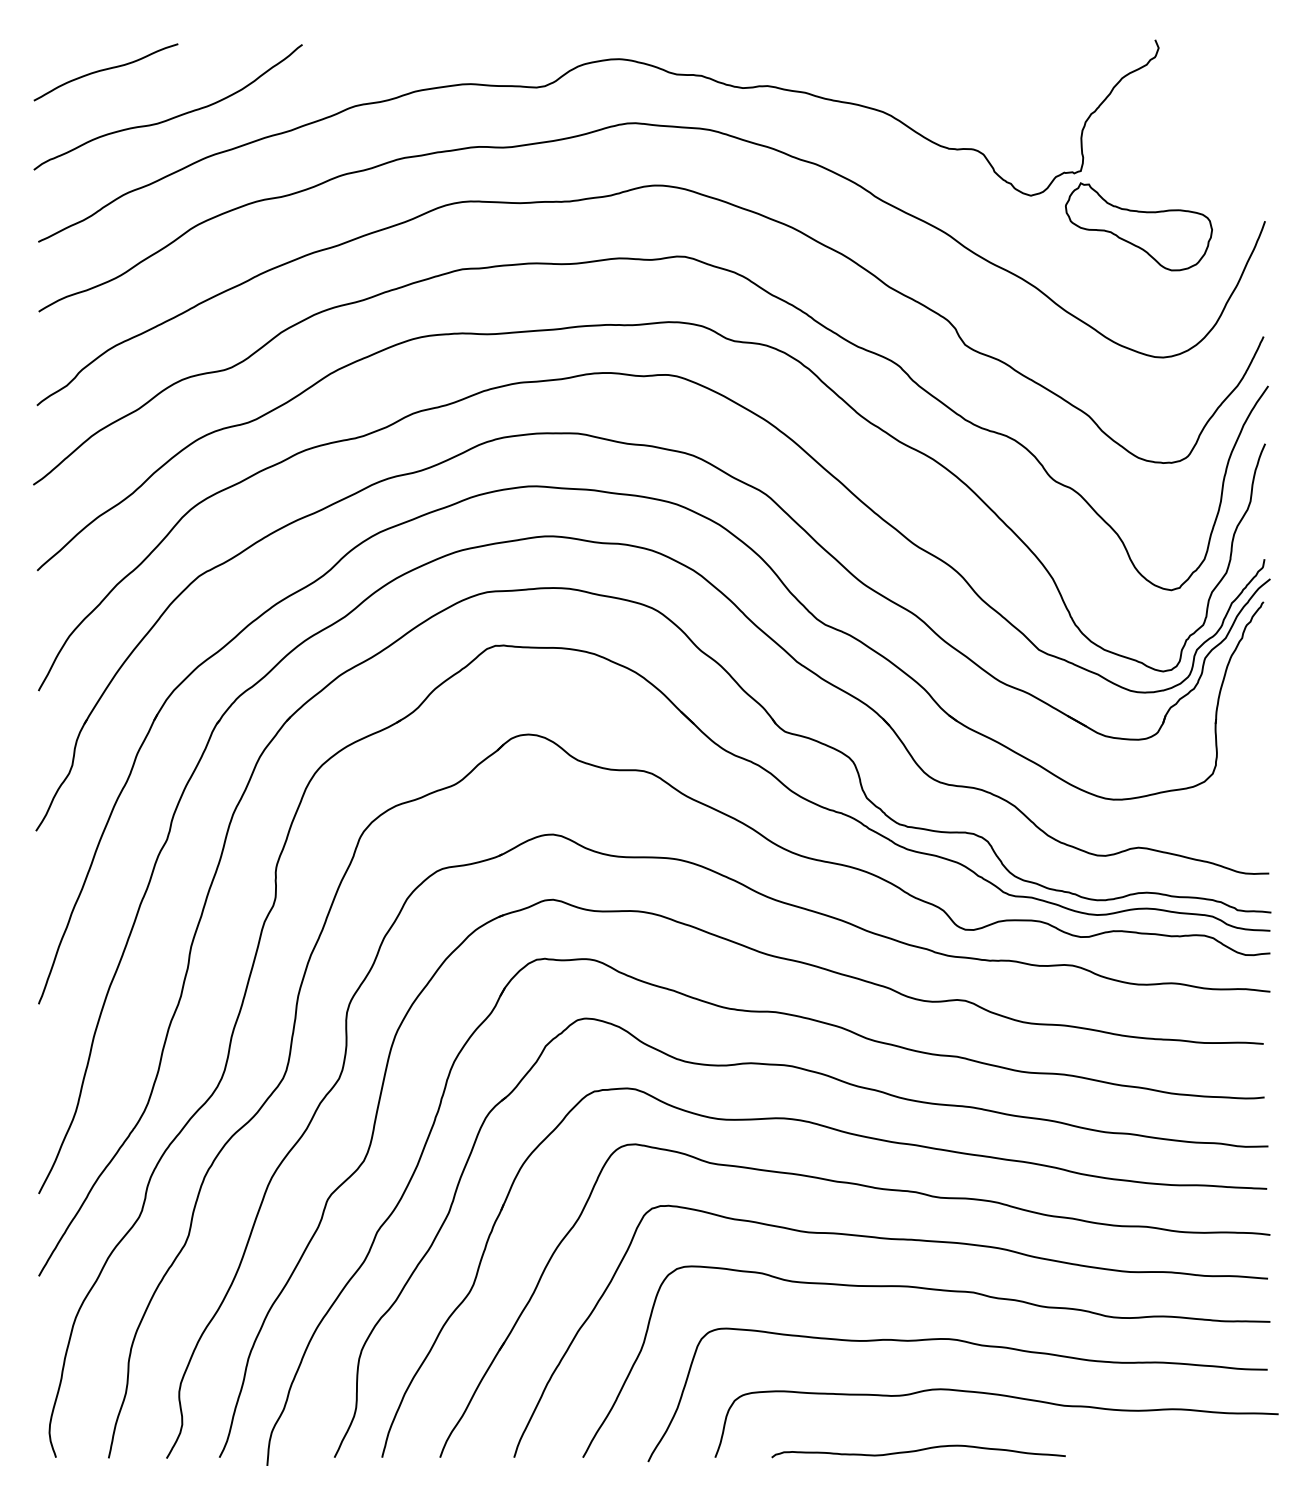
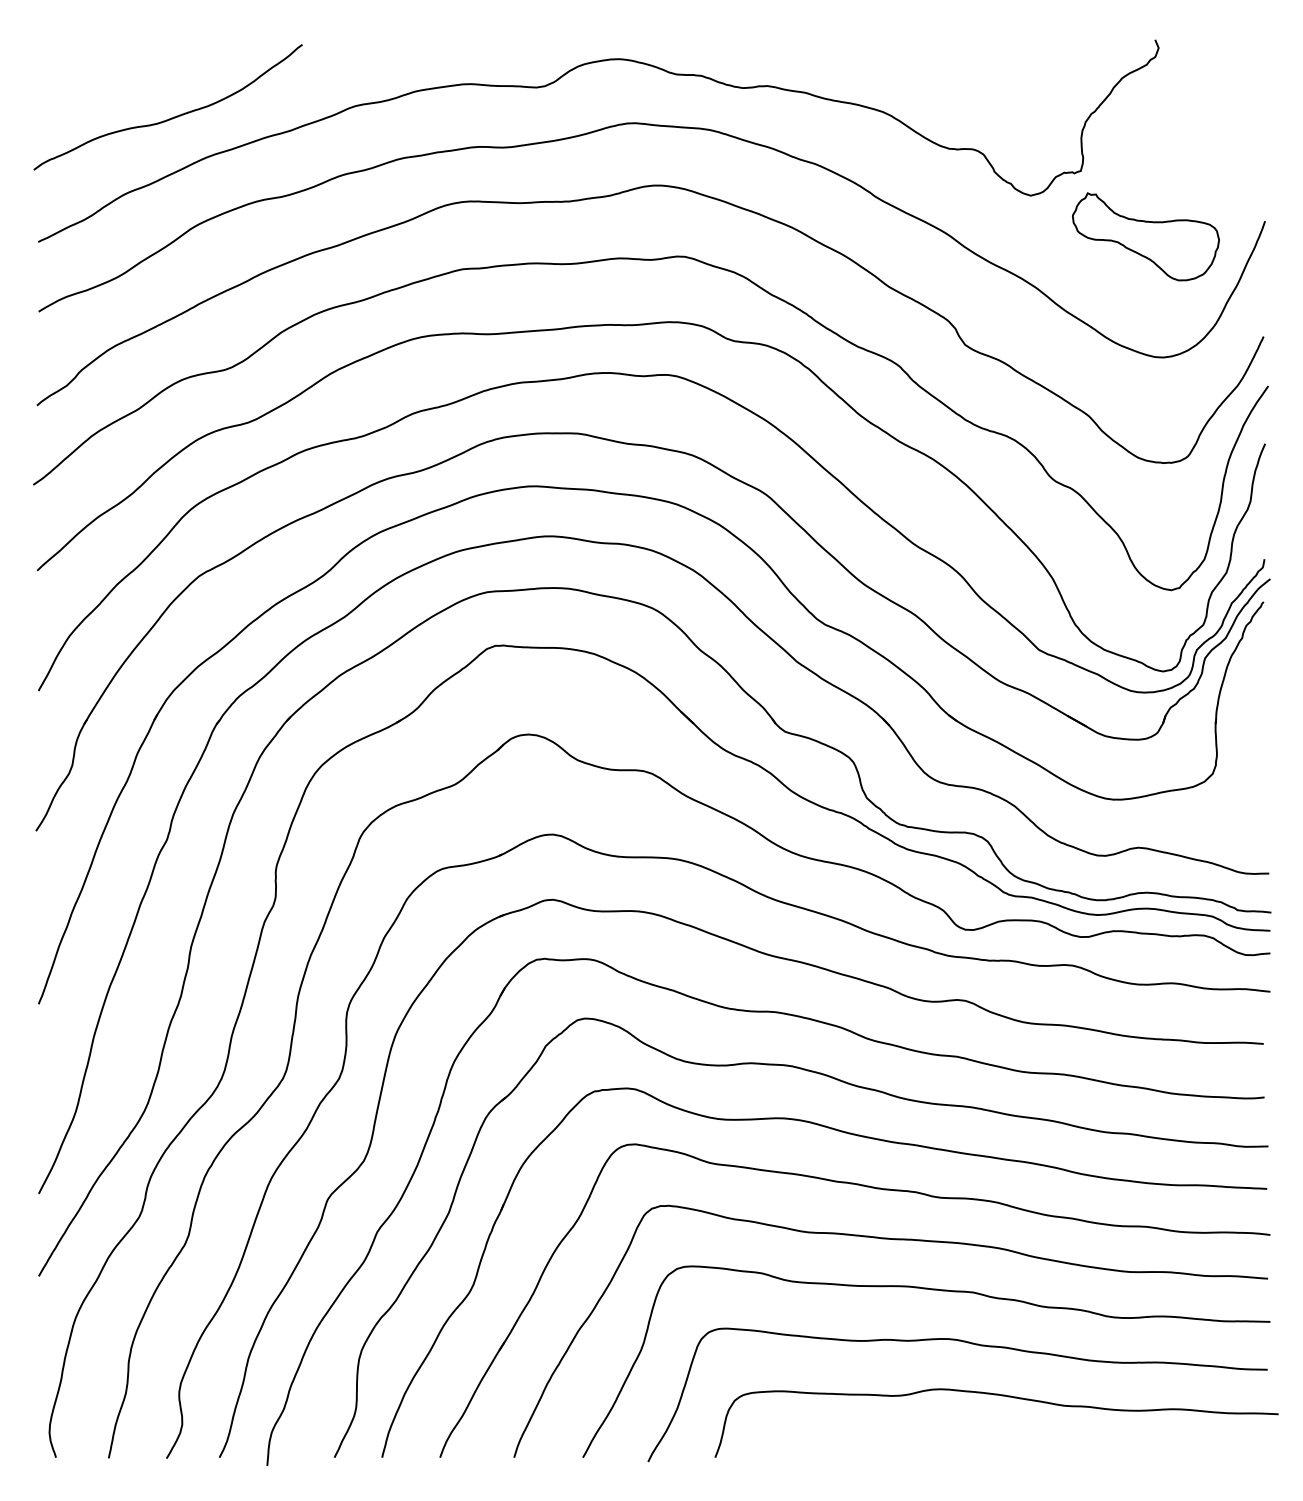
curve at (105, 70): present -> none
part at (1138, 226) position: (1138, 226) -> (1145, 236)
curve at (918, 1451): present -> none
